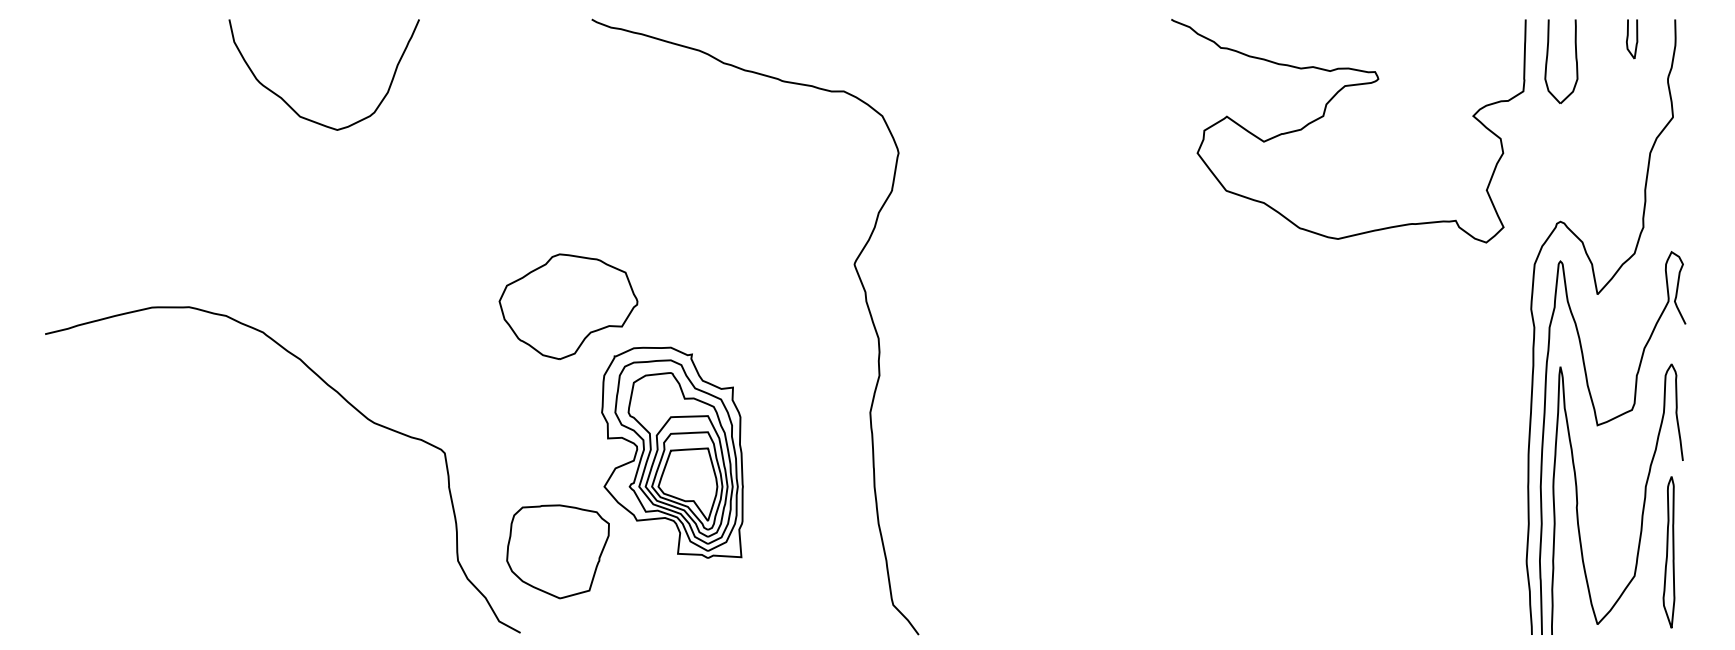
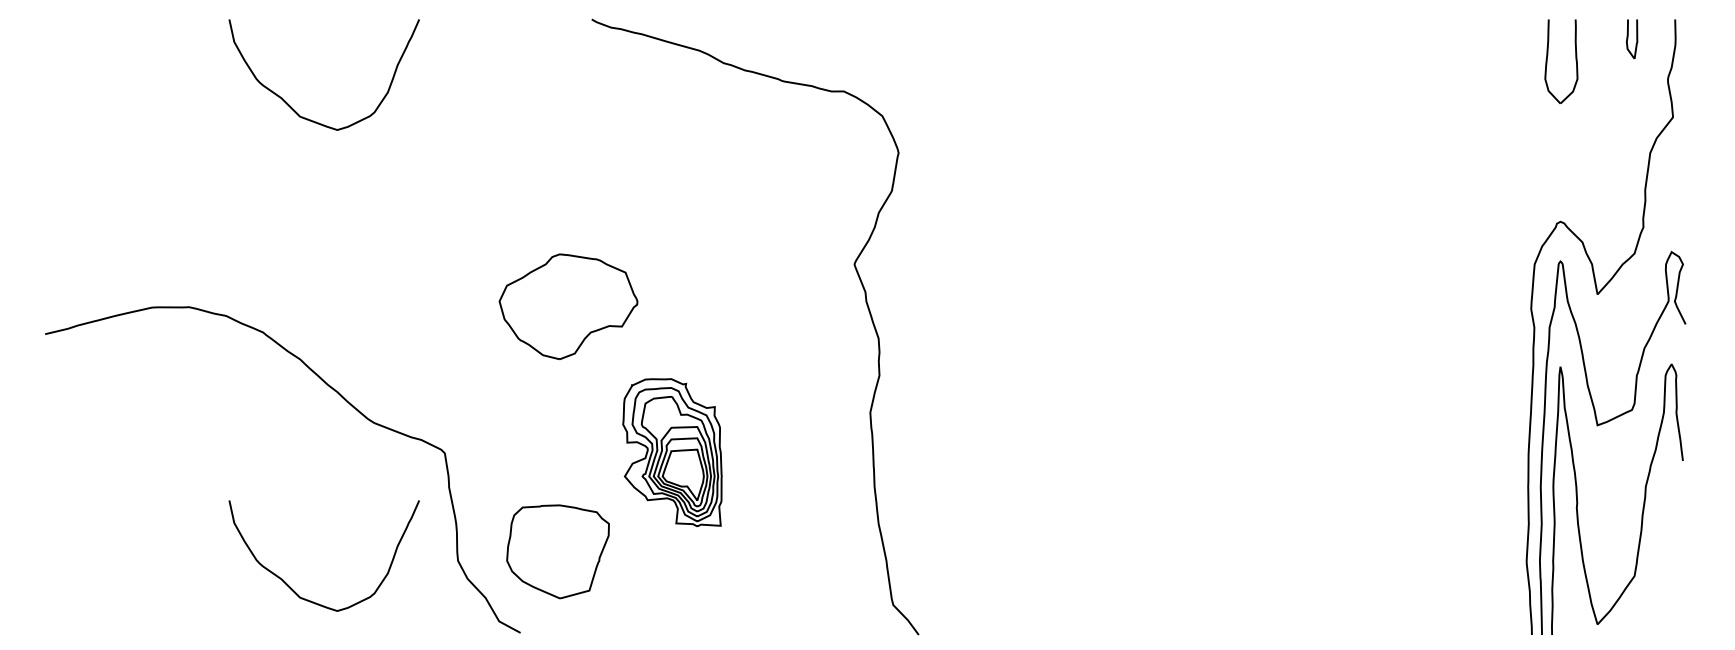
curve at (1324, 116): present -> none
part at (672, 452) size: 143x213 px -> 101x149 px
part at (1668, 552): present -> none
curve at (291, 587): none -> present
